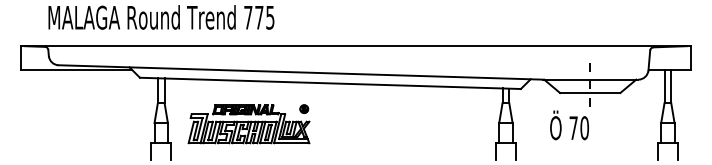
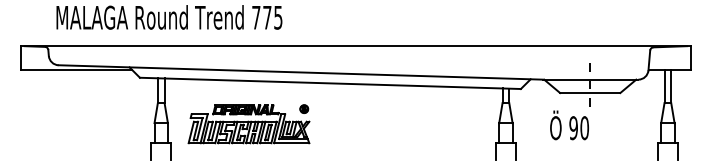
text at (161, 17) position: (161, 17) -> (169, 17)
text at (573, 128): 70 -> 90
